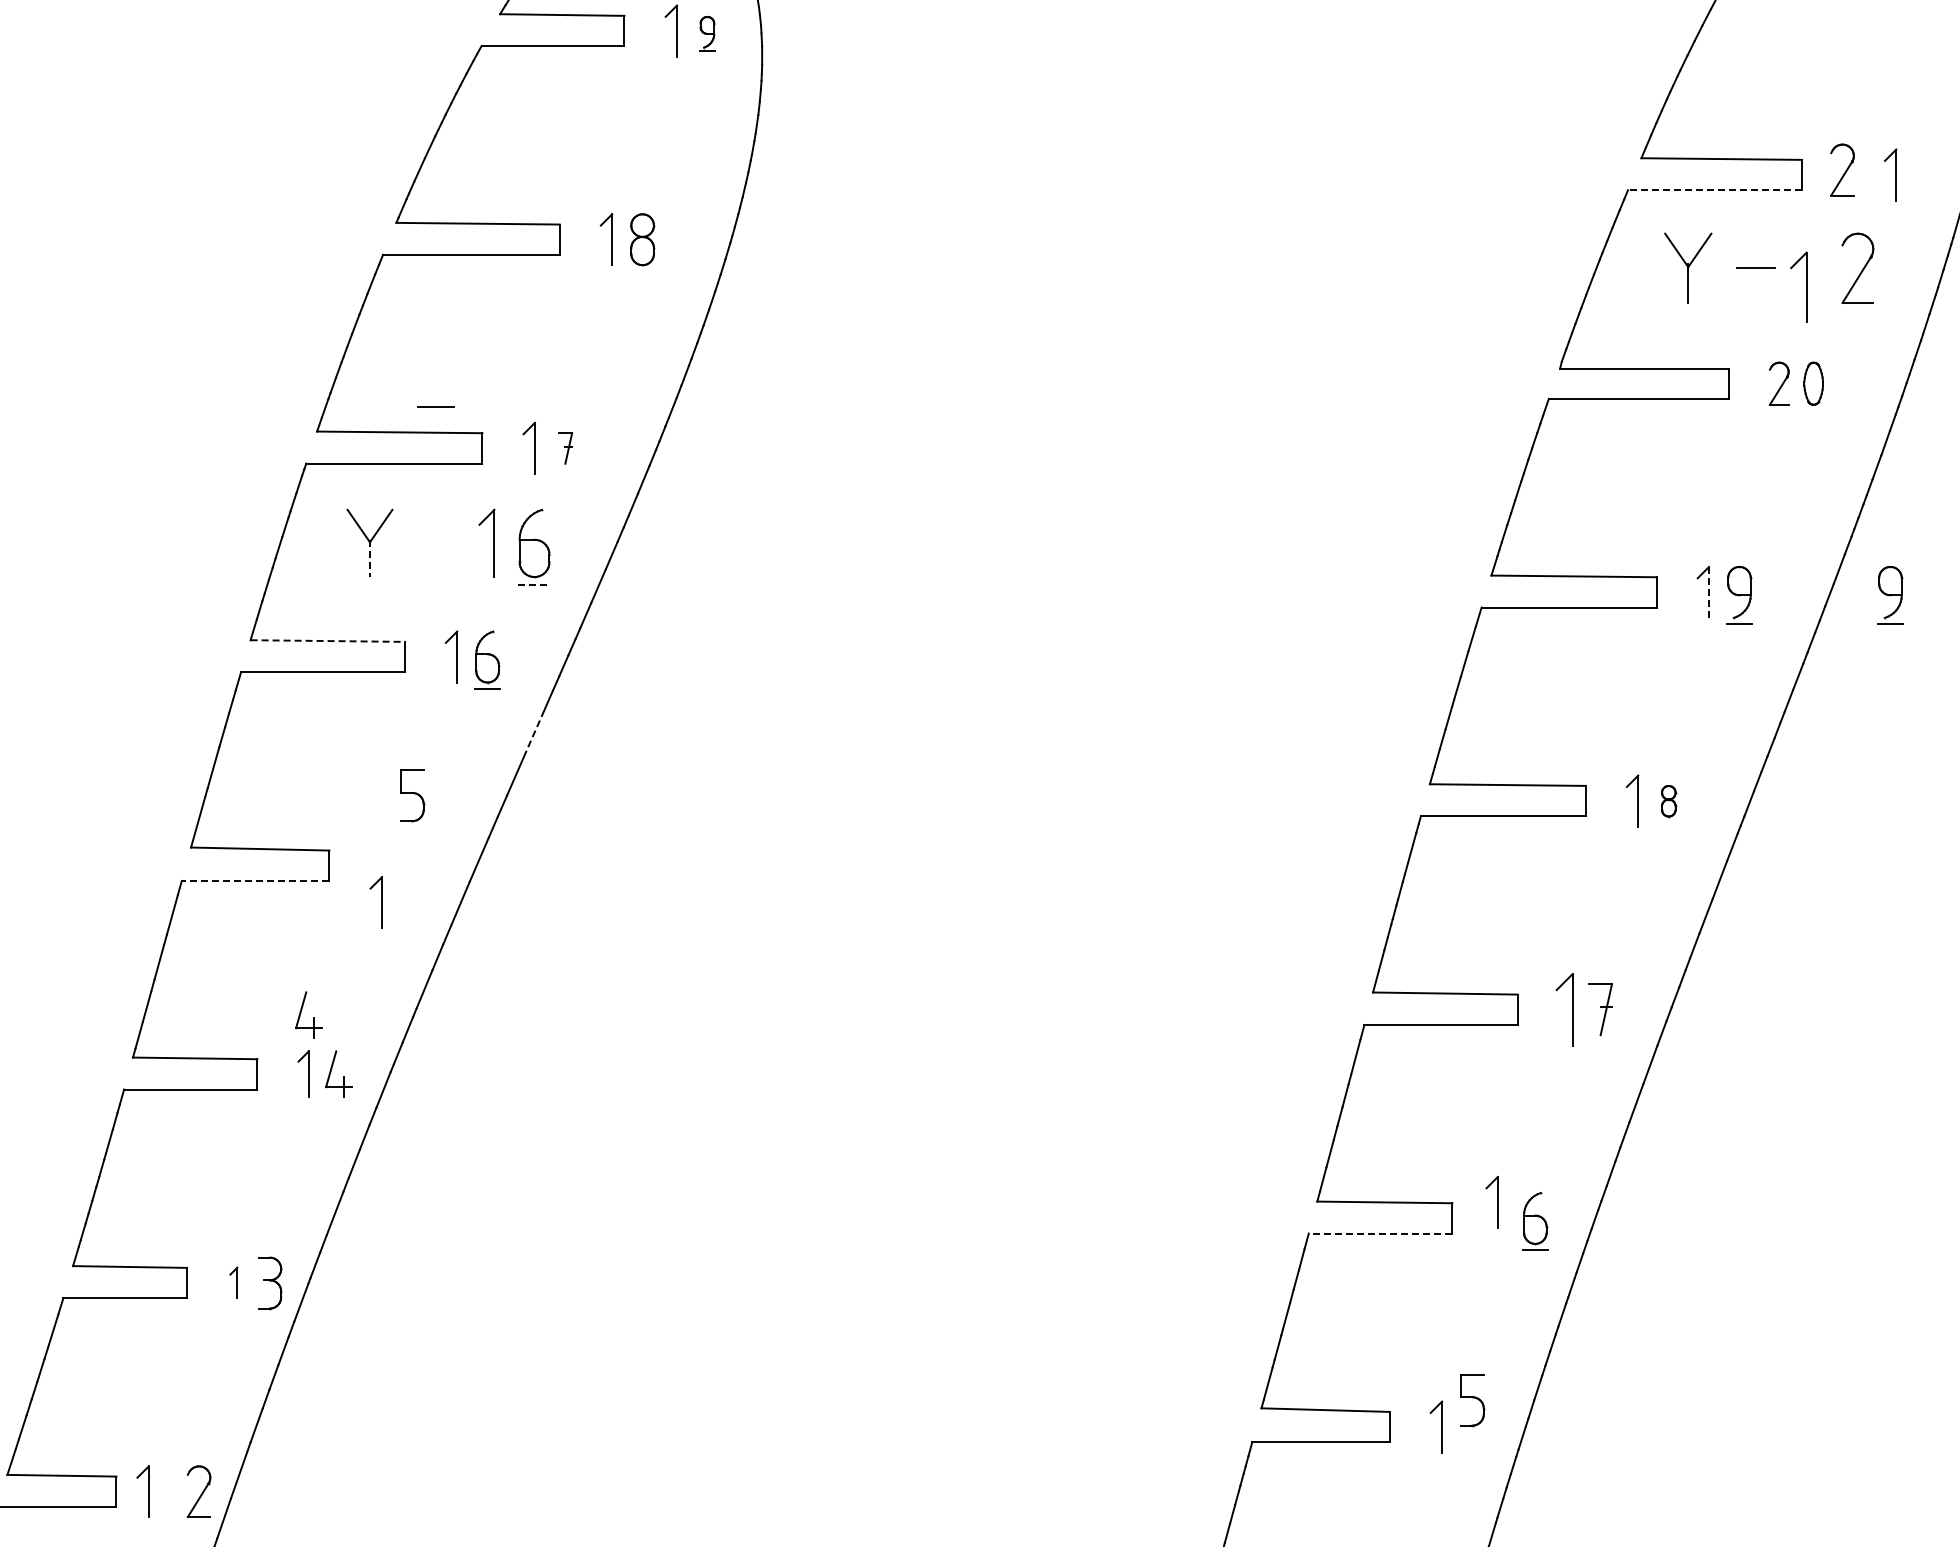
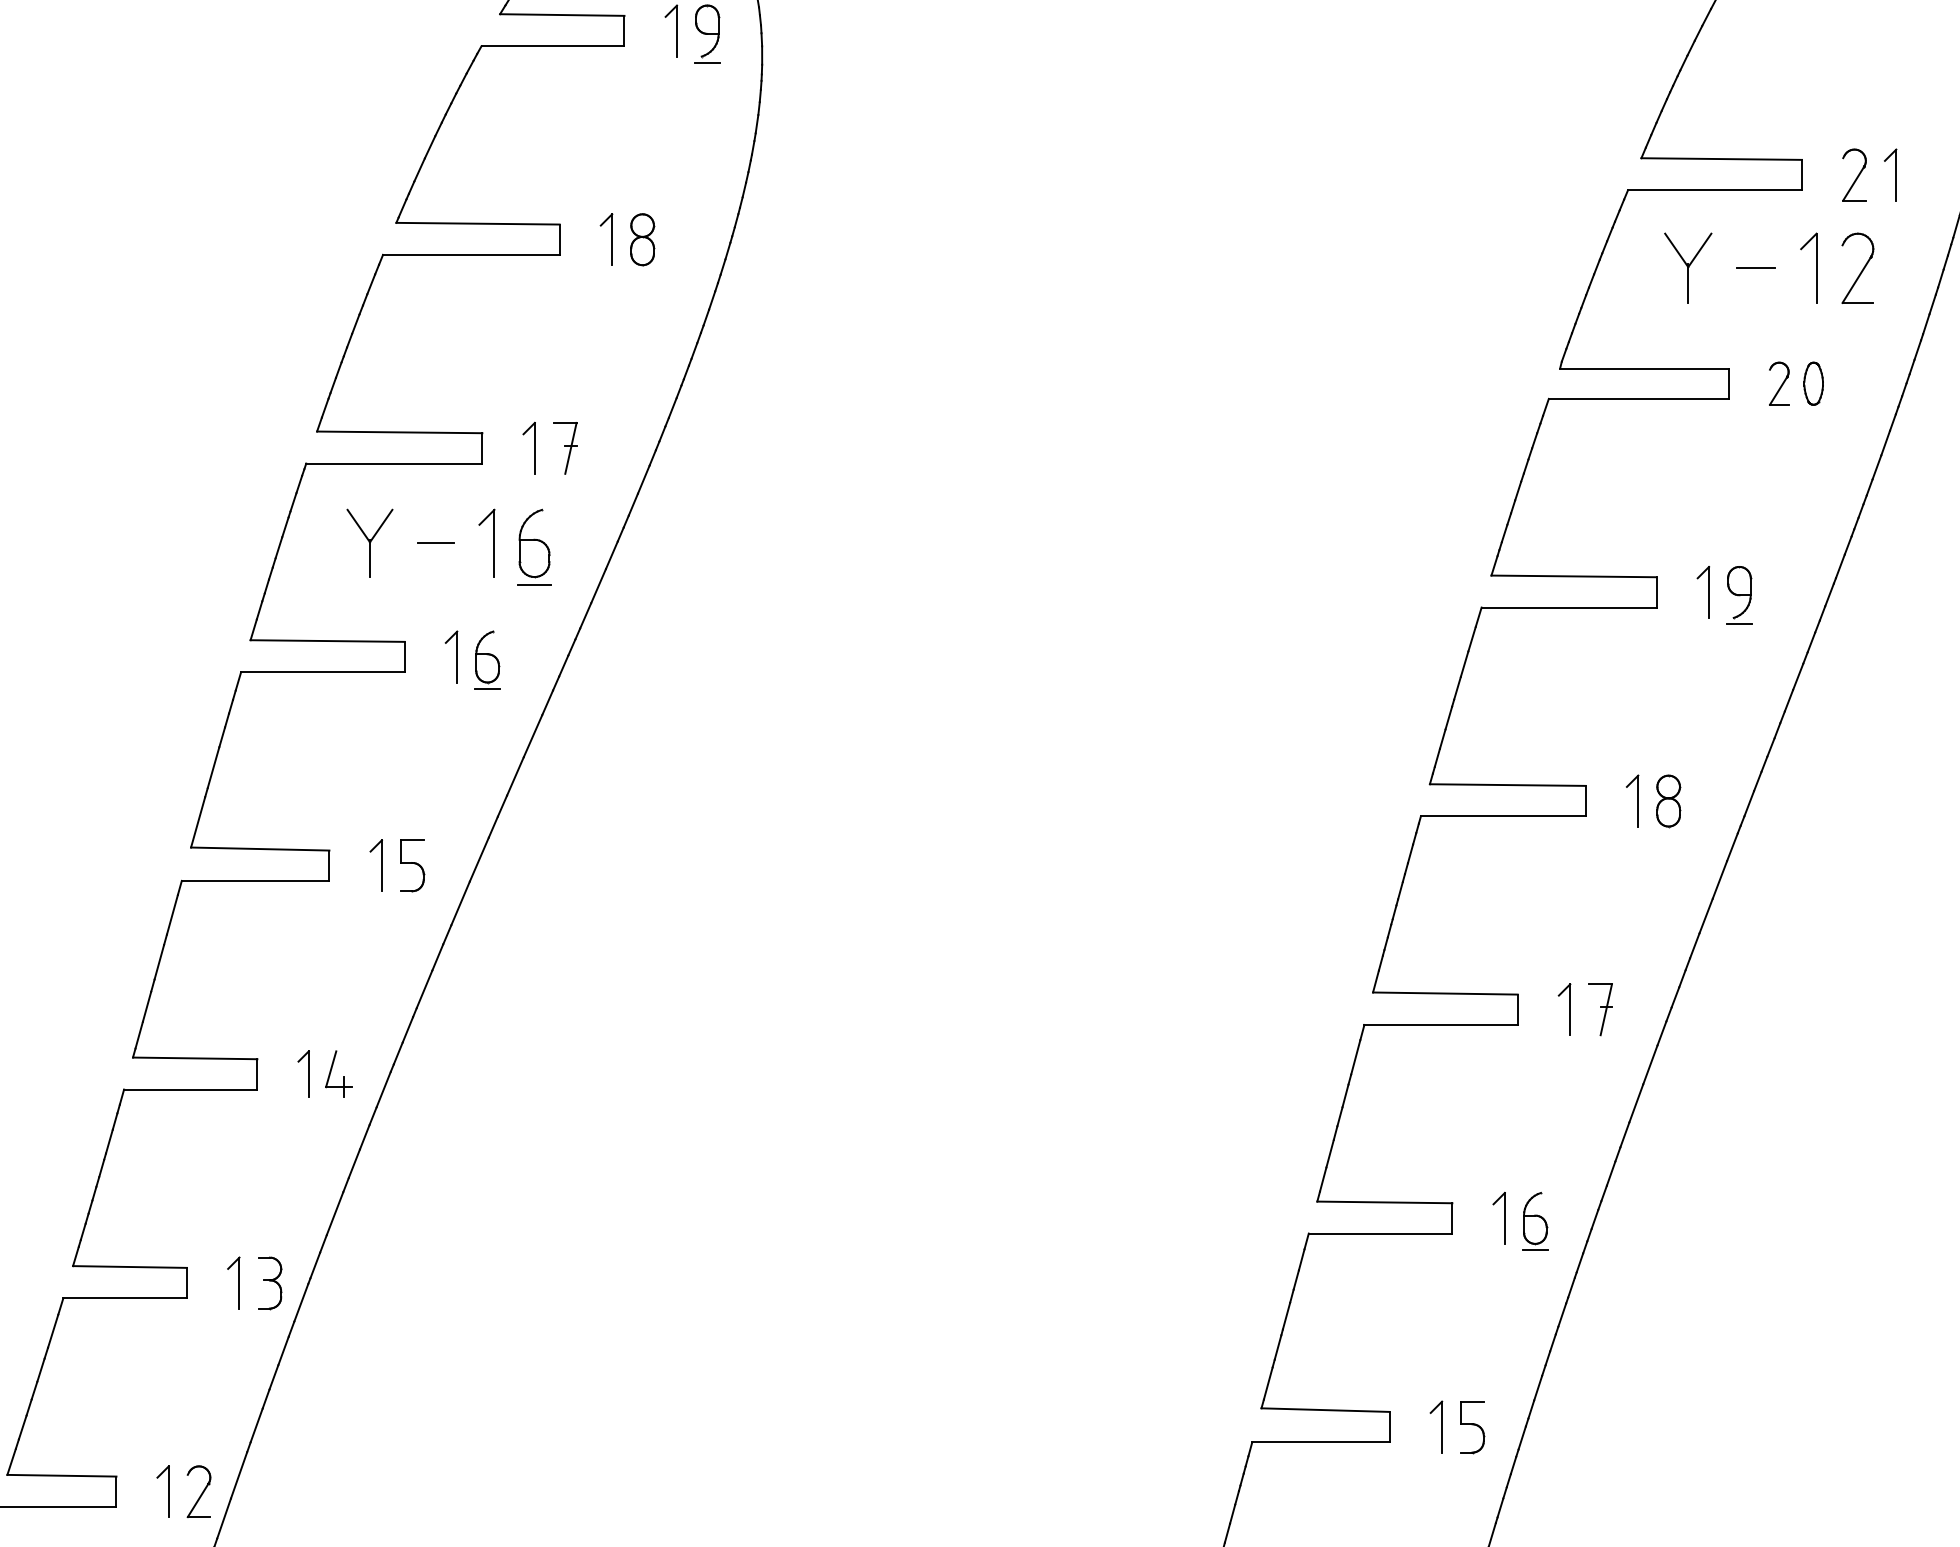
part at (707, 33) size: 17x36 px -> 27x60 px
part at (1842, 169) position: (1842, 169) -> (1854, 174)
line at (1715, 190): dashed -> solid
part at (1806, 286) position: (1806, 286) -> (1816, 267)
line at (435, 406) position: (435, 406) -> (435, 542)
part at (565, 448) size: 16x33 px -> 25x53 px
line at (370, 558): dashed -> solid
line at (534, 585): dashed -> solid
line at (1709, 591): dashed -> solid
part at (1890, 595): present -> none
line at (328, 641): dashed -> solid
line at (533, 736): dashed -> solid
part at (412, 795) position: (412, 795) -> (412, 865)
part at (1669, 801) size: 17x34 px -> 26x55 px
line at (255, 880): dashed -> solid
part at (375, 902) position: (375, 902) -> (375, 865)
part at (1564, 1009) size: 19x74 px -> 15x53 px
part at (308, 1014): present -> none
part at (1491, 1202) position: (1491, 1202) -> (1498, 1218)
line at (1380, 1233): dashed -> solid
part at (233, 1282) size: 10x33 px -> 14x54 px
part at (1472, 1400) position: (1472, 1400) -> (1472, 1427)
part at (142, 1491) position: (142, 1491) -> (162, 1491)
